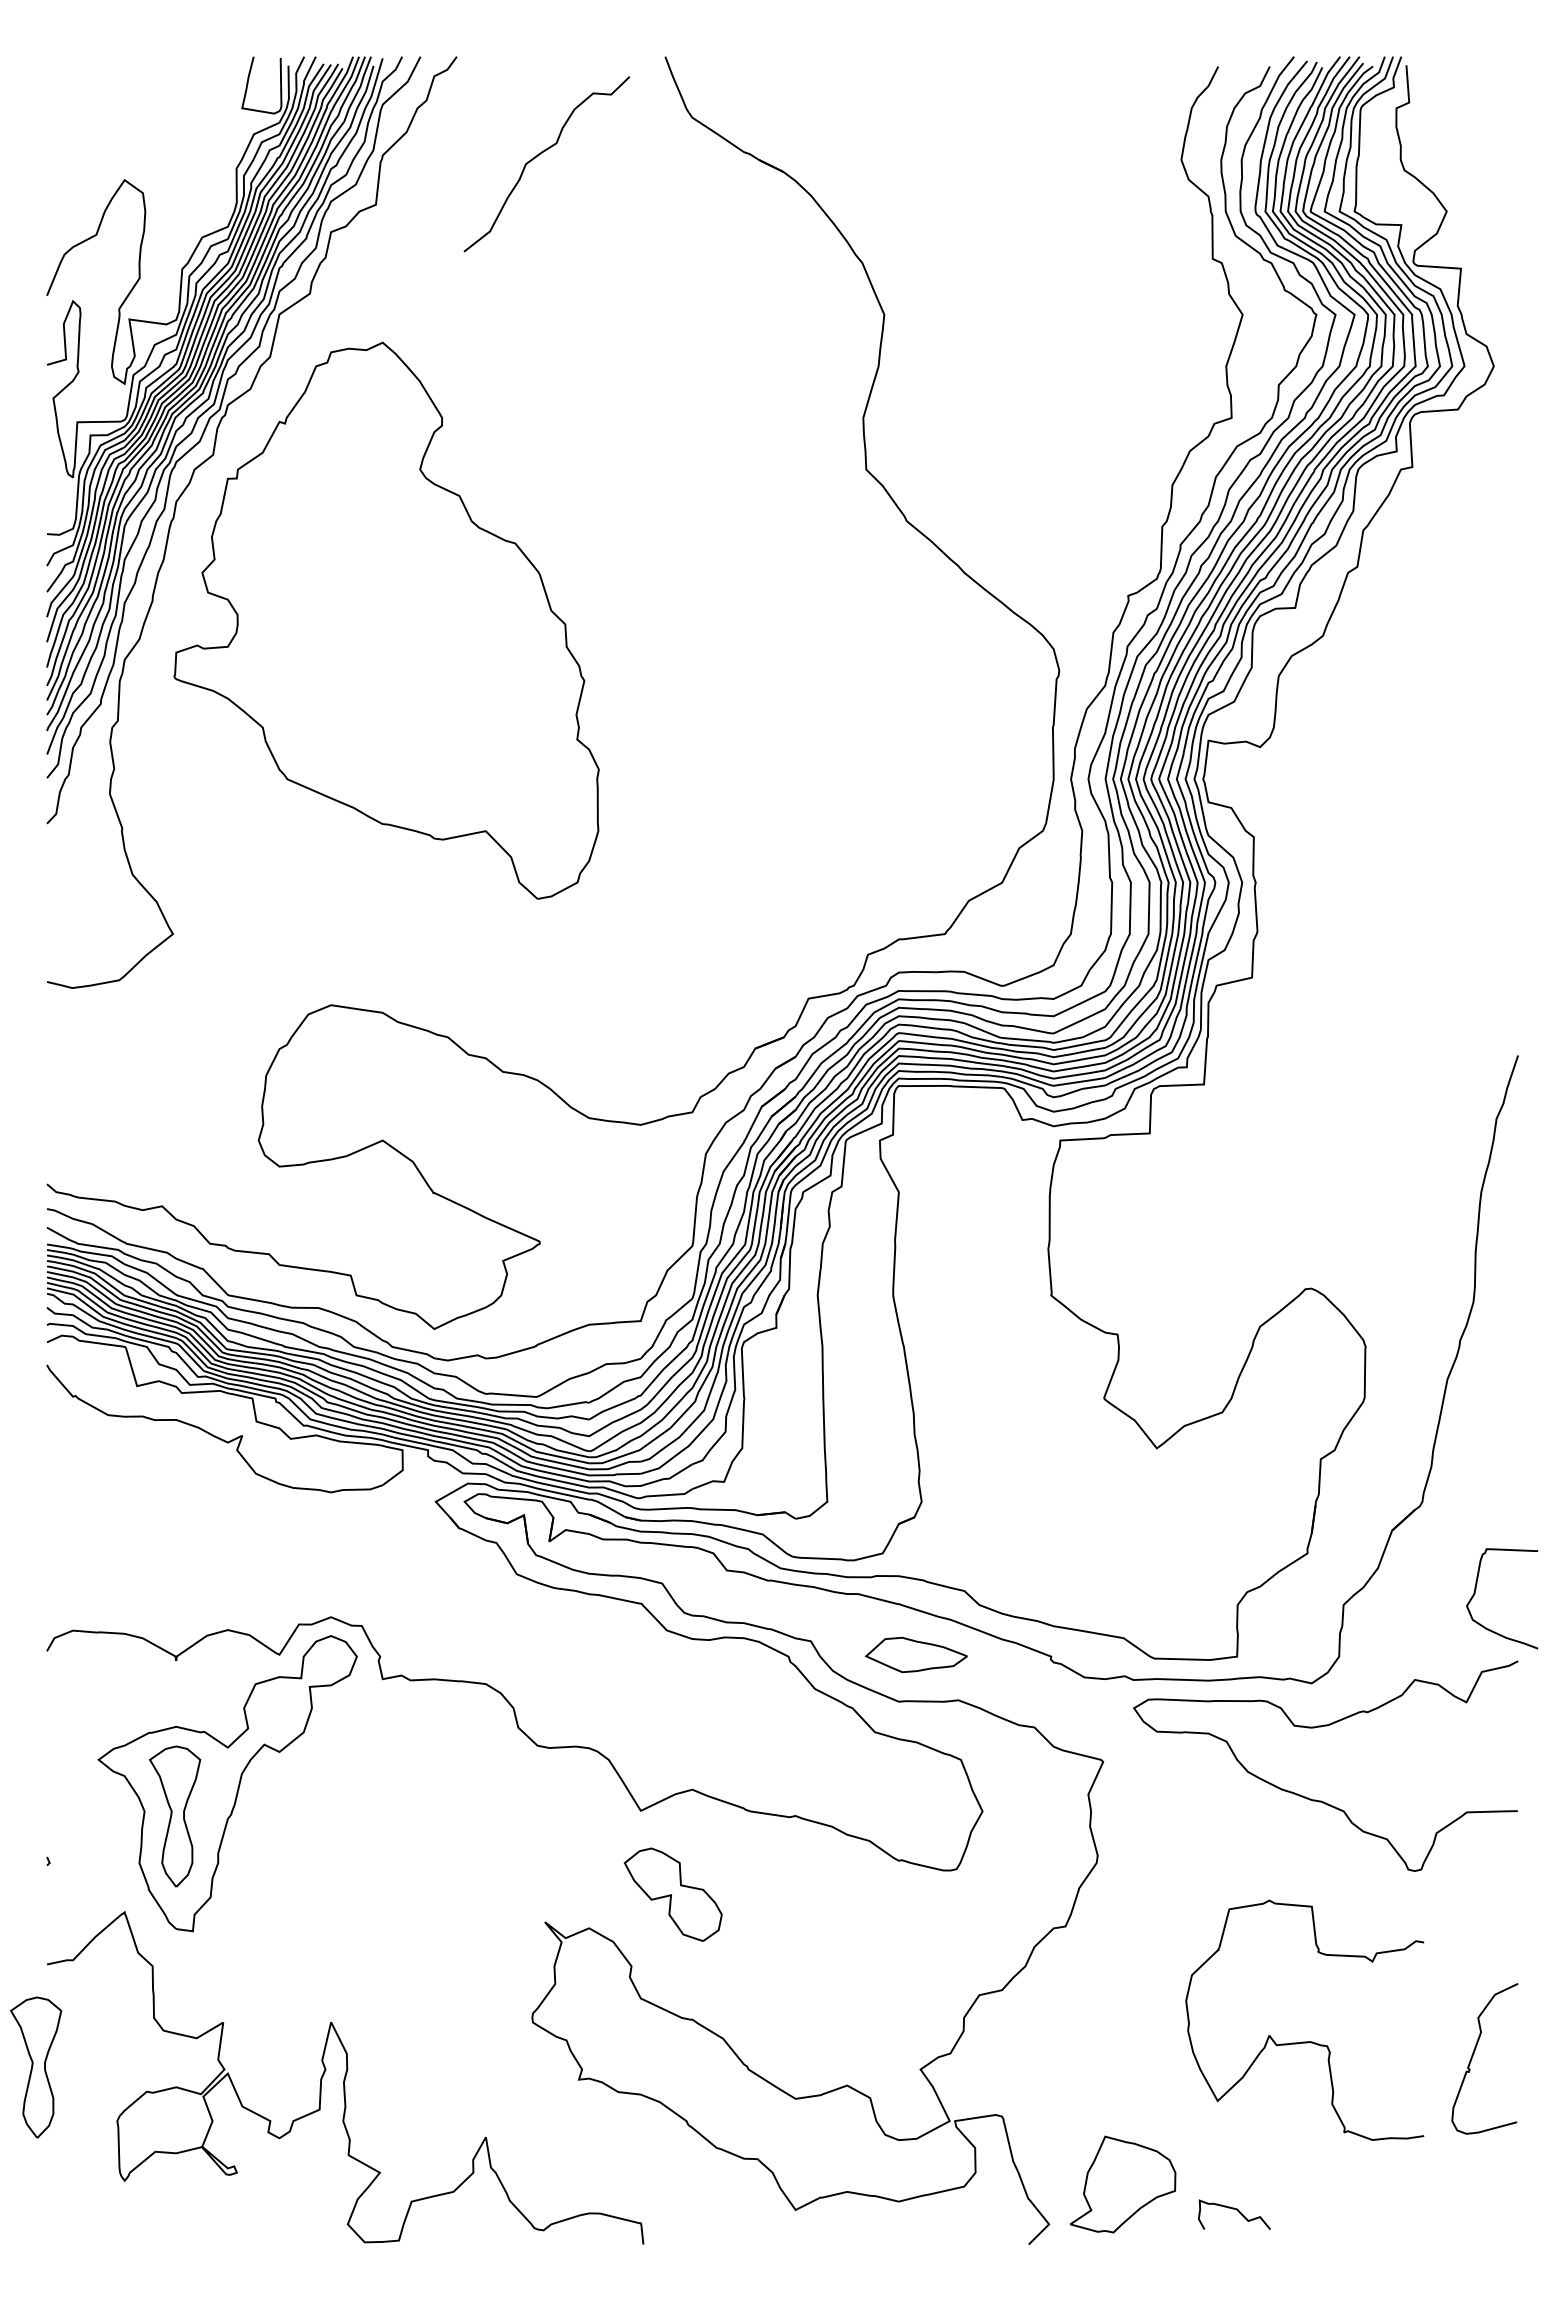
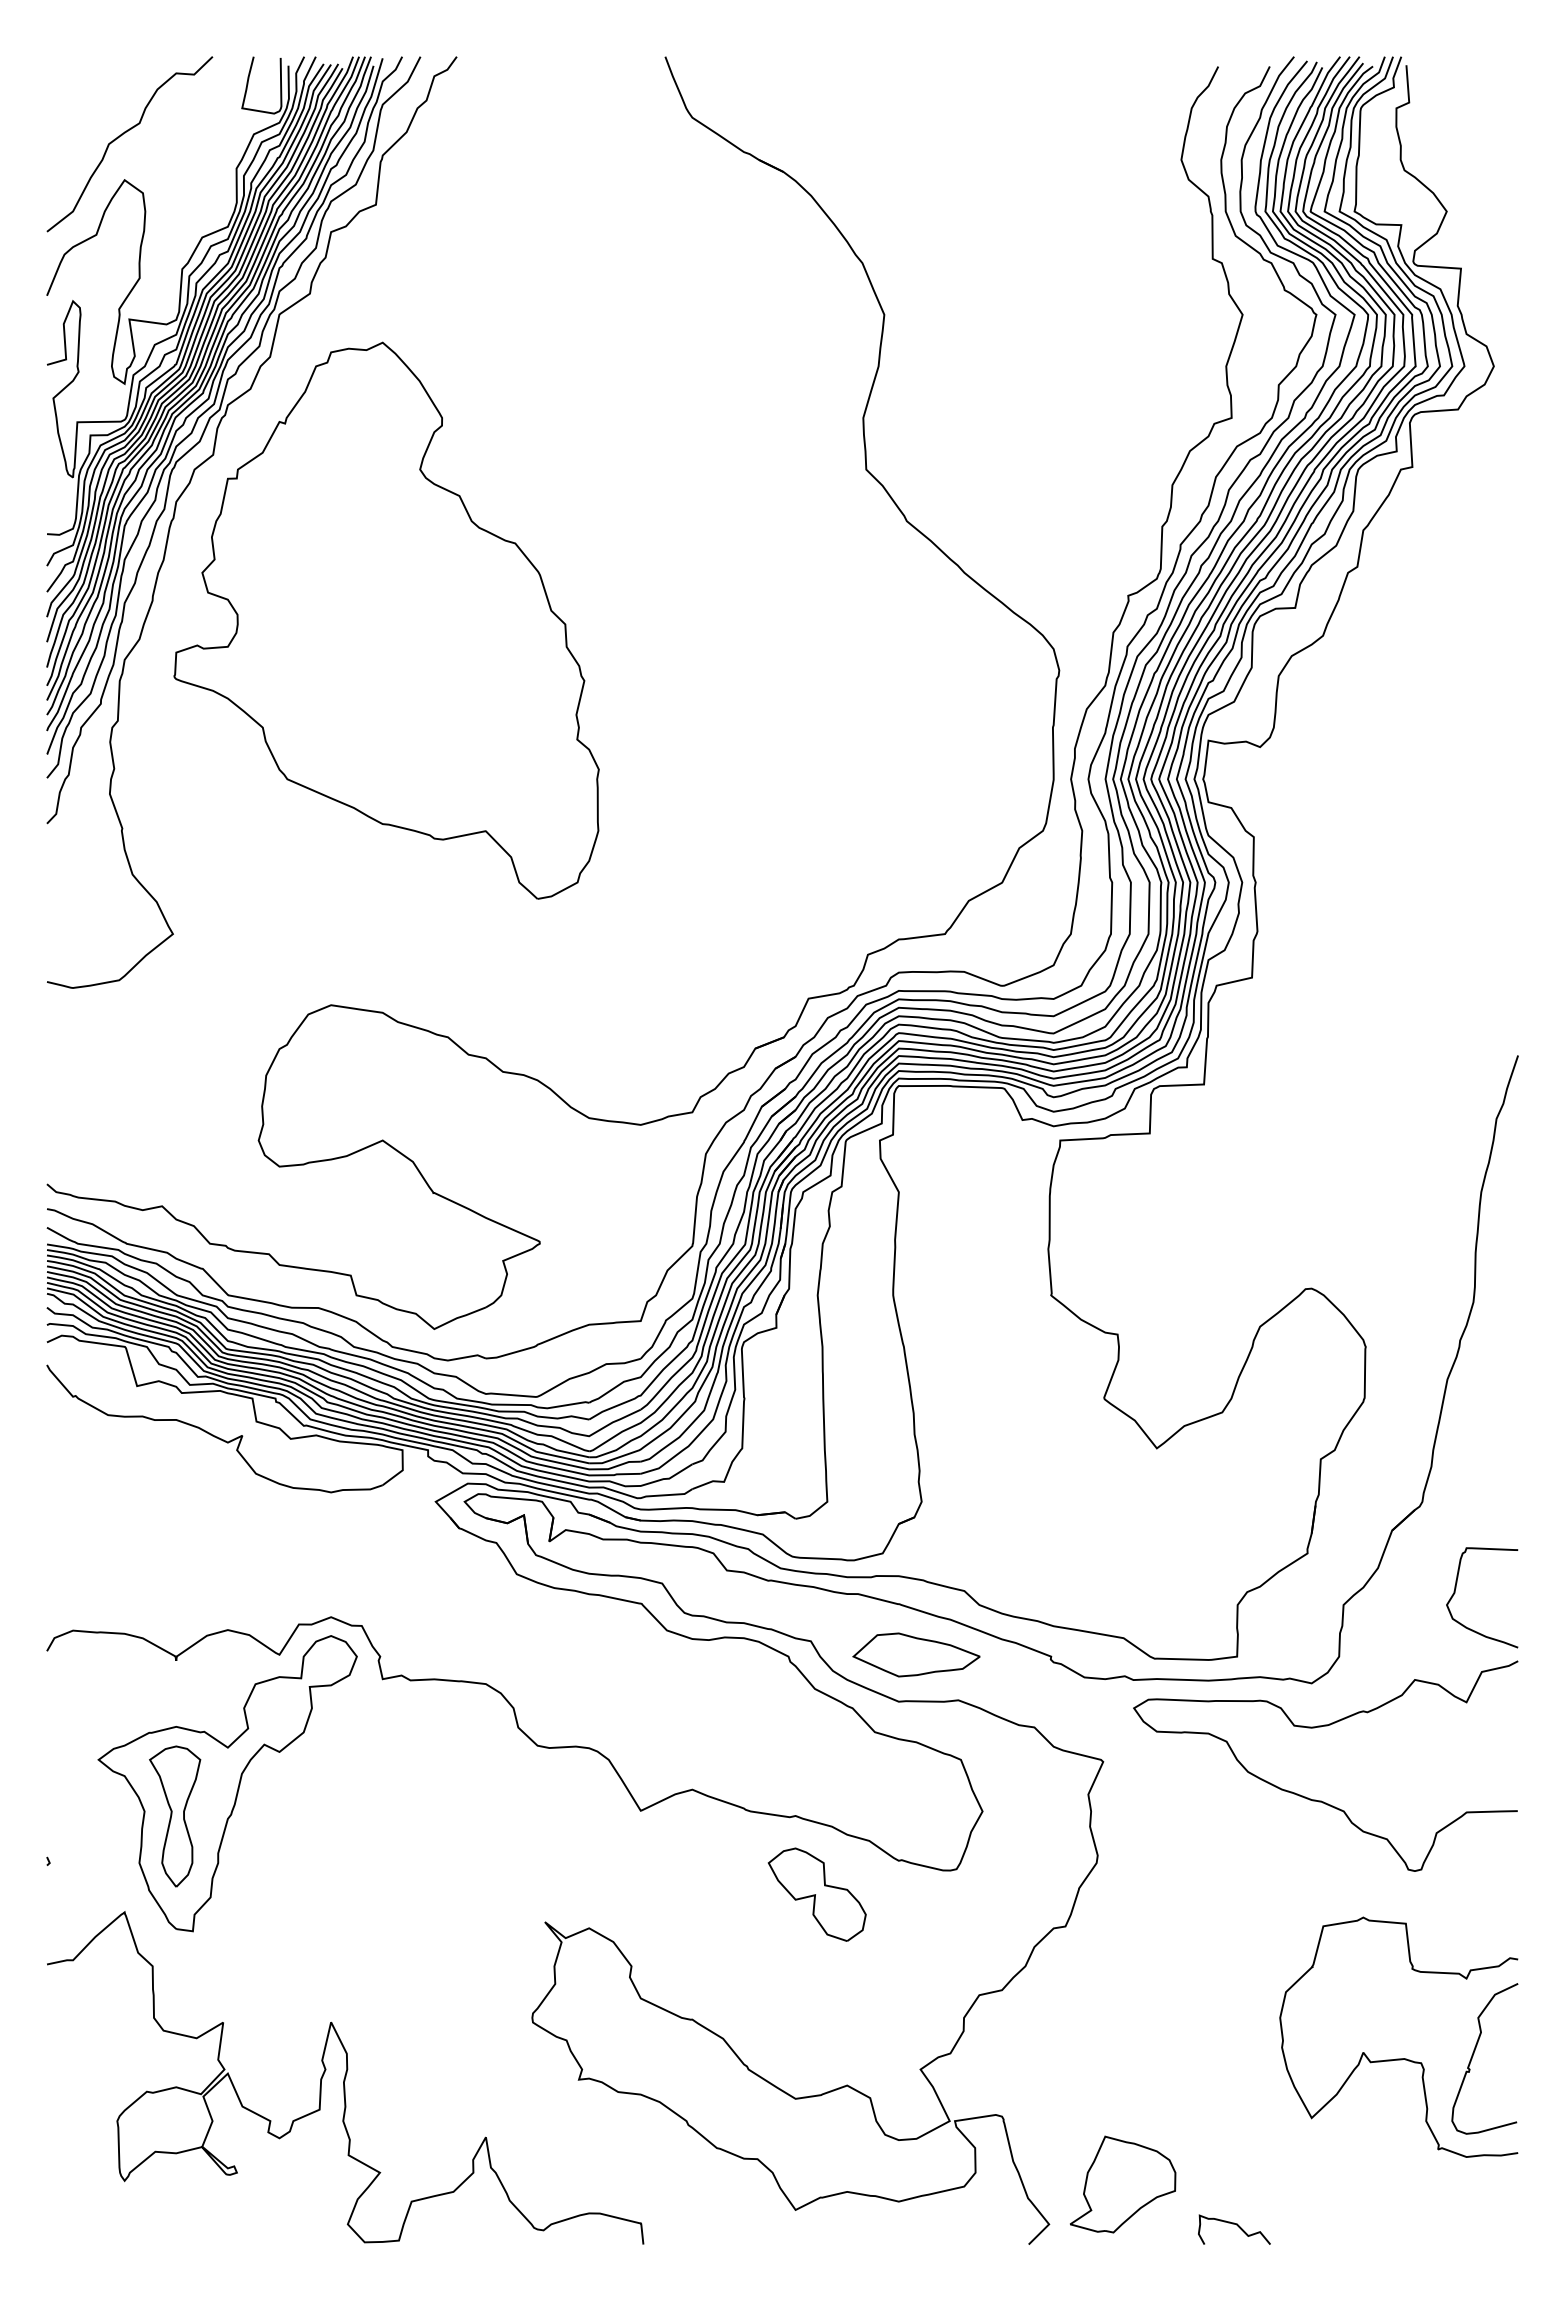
curve at (538, 156) position: (538, 156) -> (121, 136)
curve at (1475, 1594) position: (1475, 1594) -> (1455, 1593)
part at (915, 1654) size: 104x38 px -> 129x46 px
part at (672, 1894) position: (672, 1894) -> (816, 1894)
curve at (1304, 2041) position: (1304, 2041) -> (1398, 2058)
part at (36, 2067): present -> none
curve at (1237, 2211) position: (1237, 2211) -> (1237, 2226)
